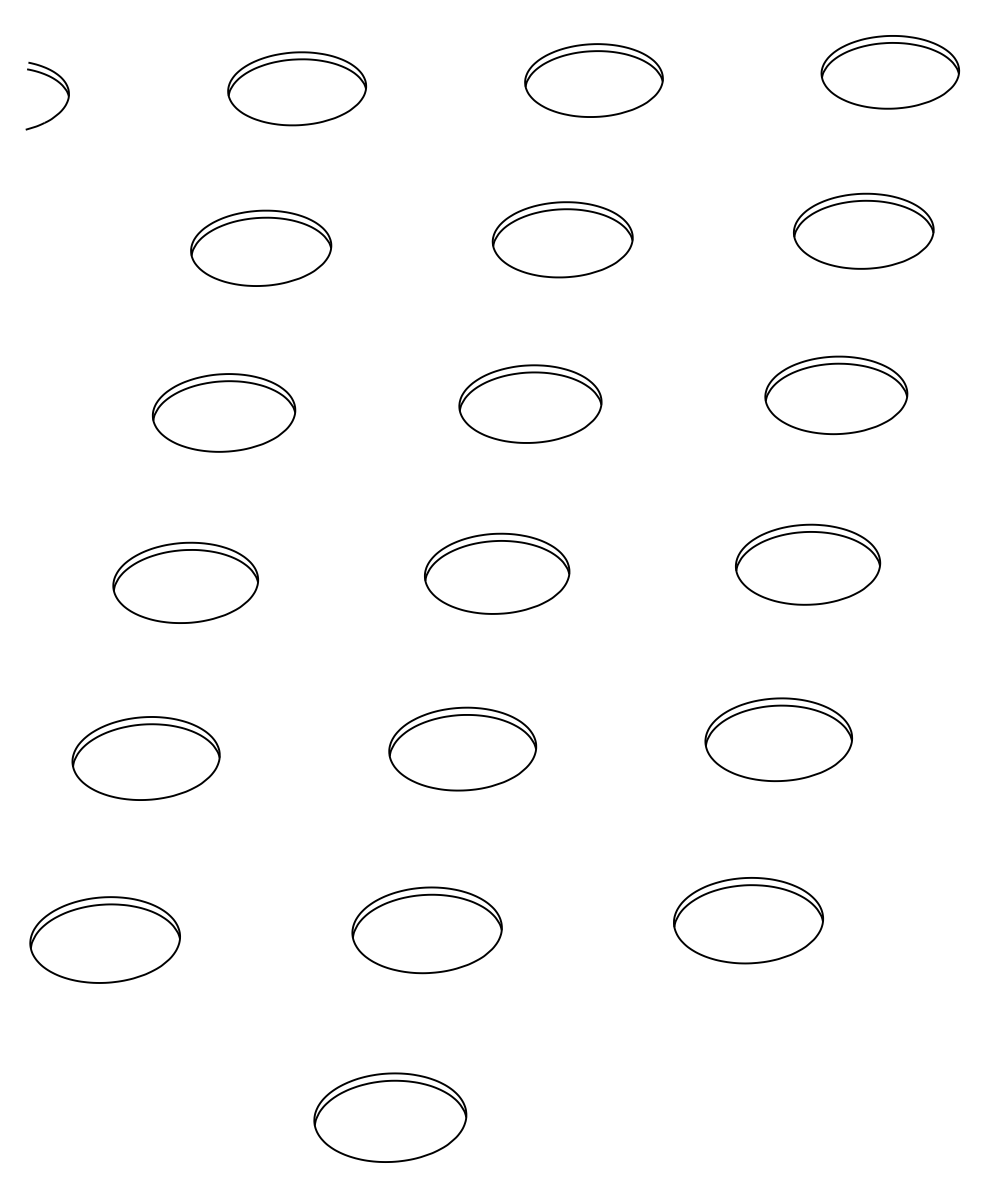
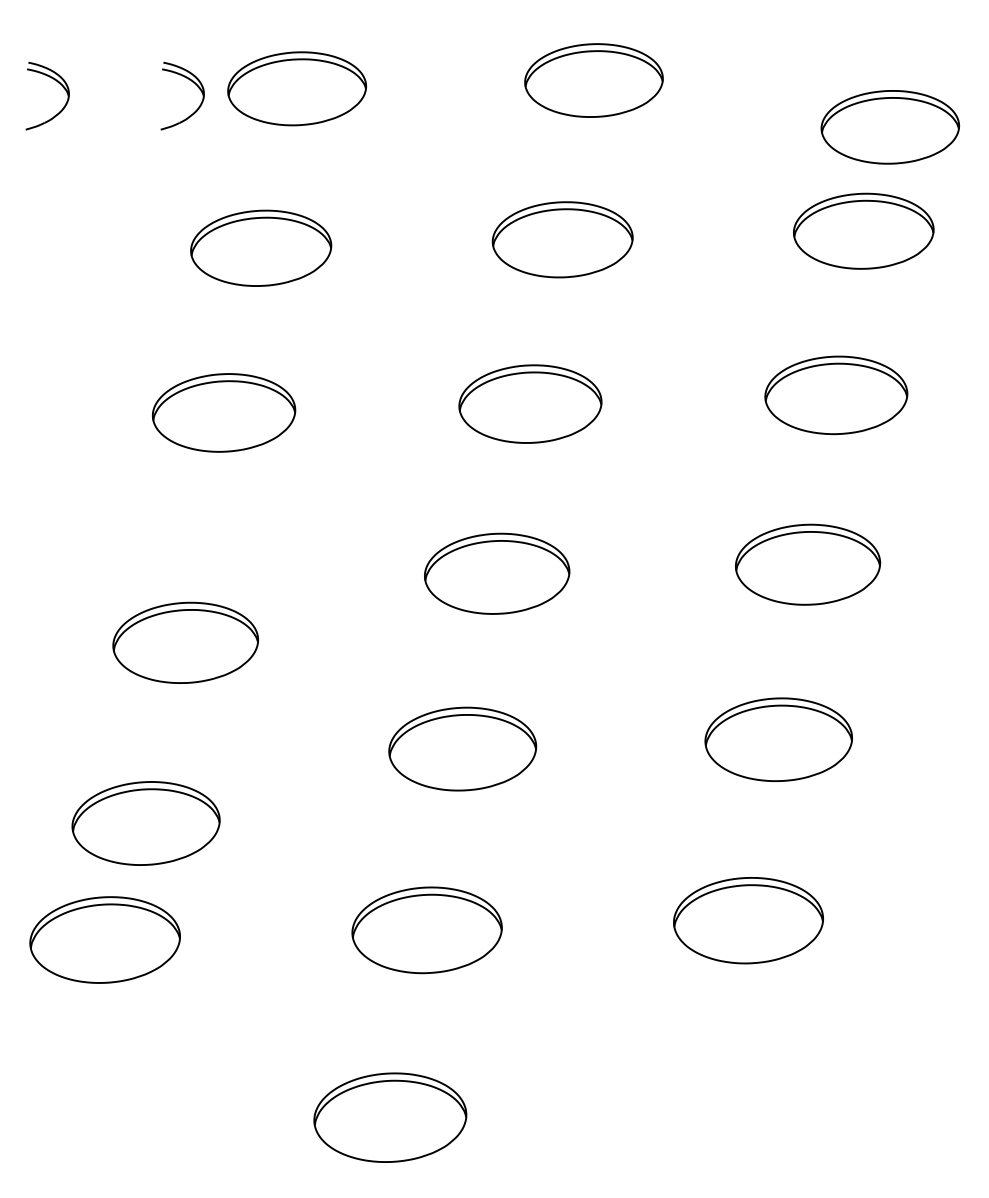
part at (889, 72) position: (889, 72) -> (889, 127)
part at (193, 83): none -> present
part at (185, 582) position: (185, 582) -> (185, 642)
part at (145, 758) position: (145, 758) -> (145, 823)
